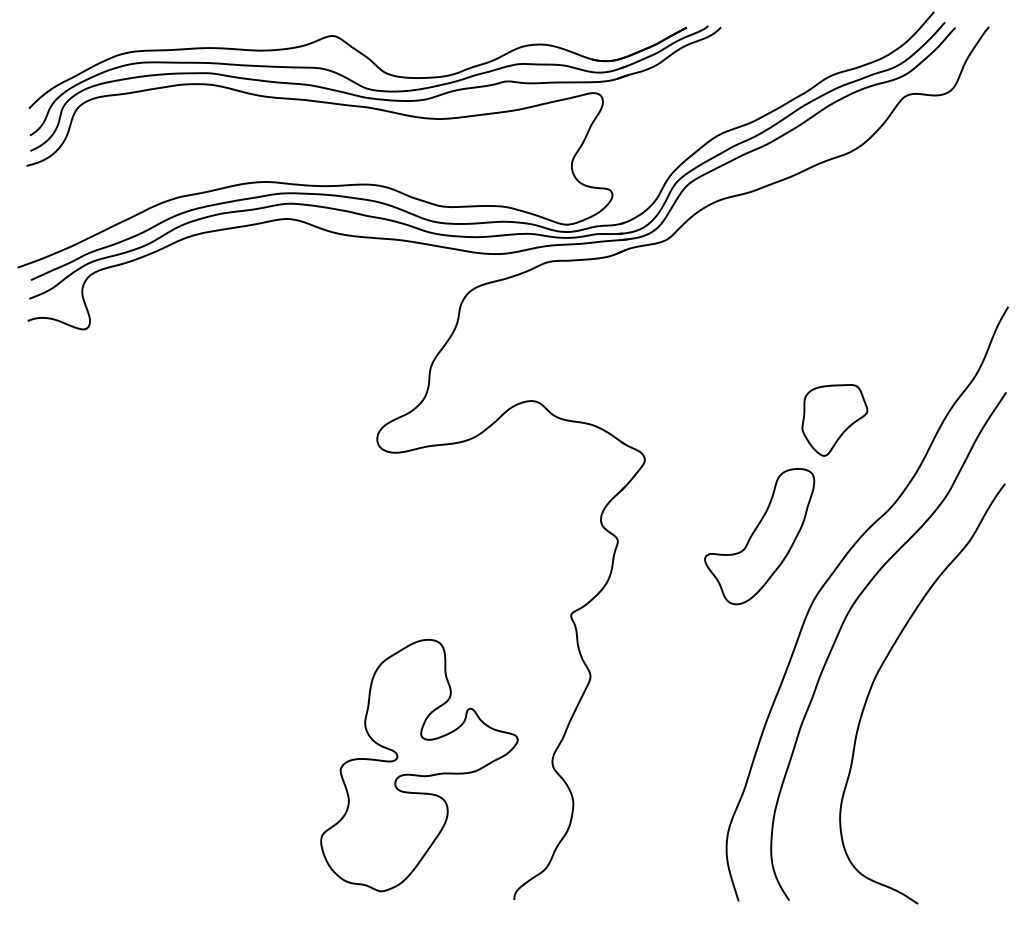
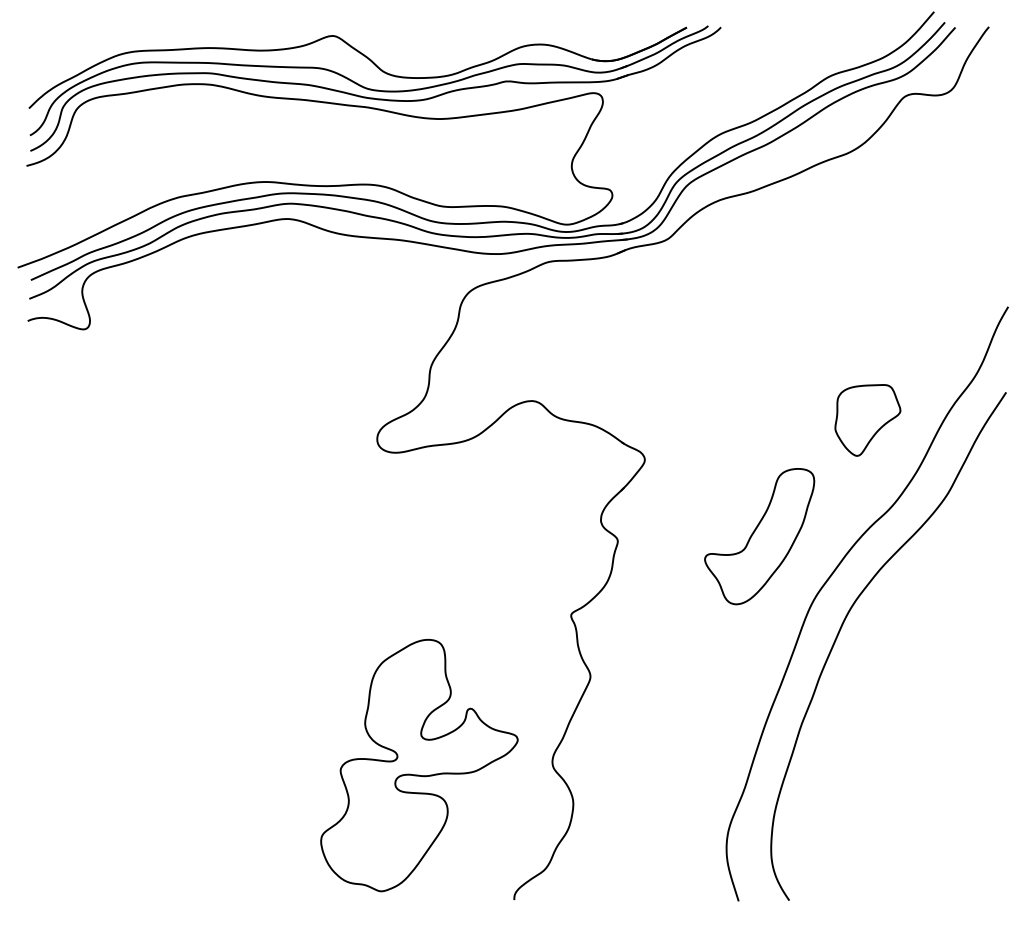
part at (834, 420) position: (834, 420) -> (867, 420)
curve at (881, 668): present -> none
